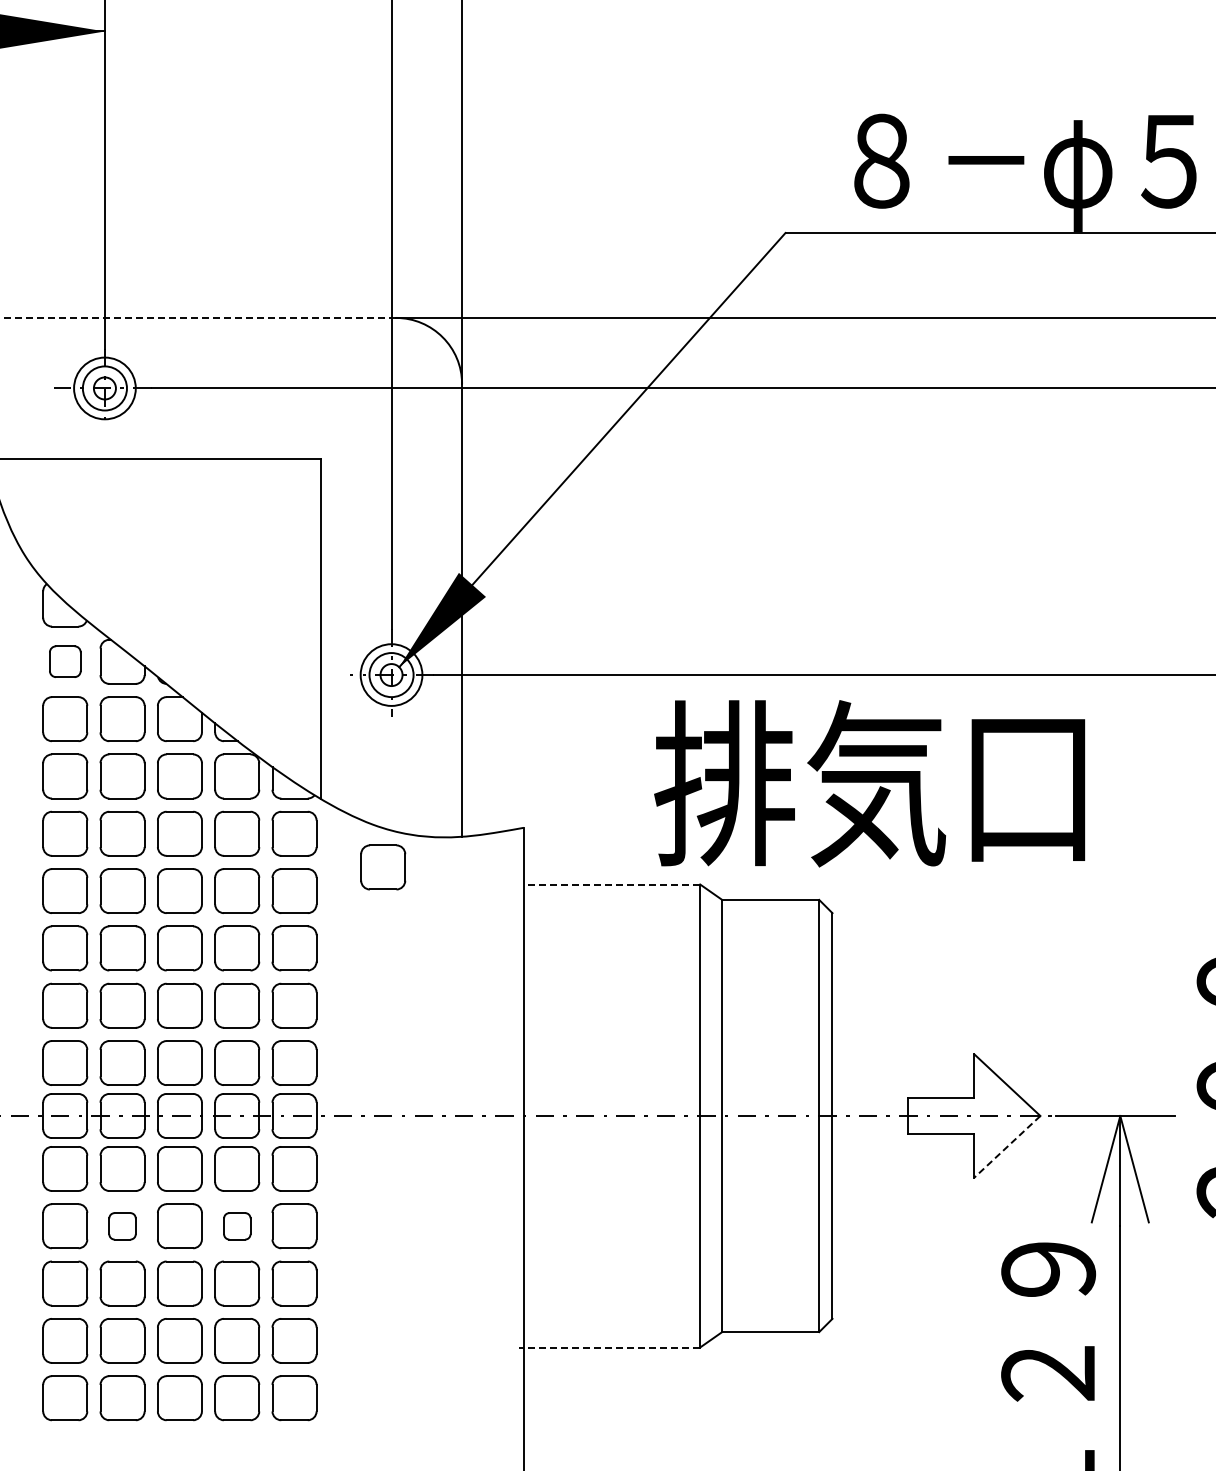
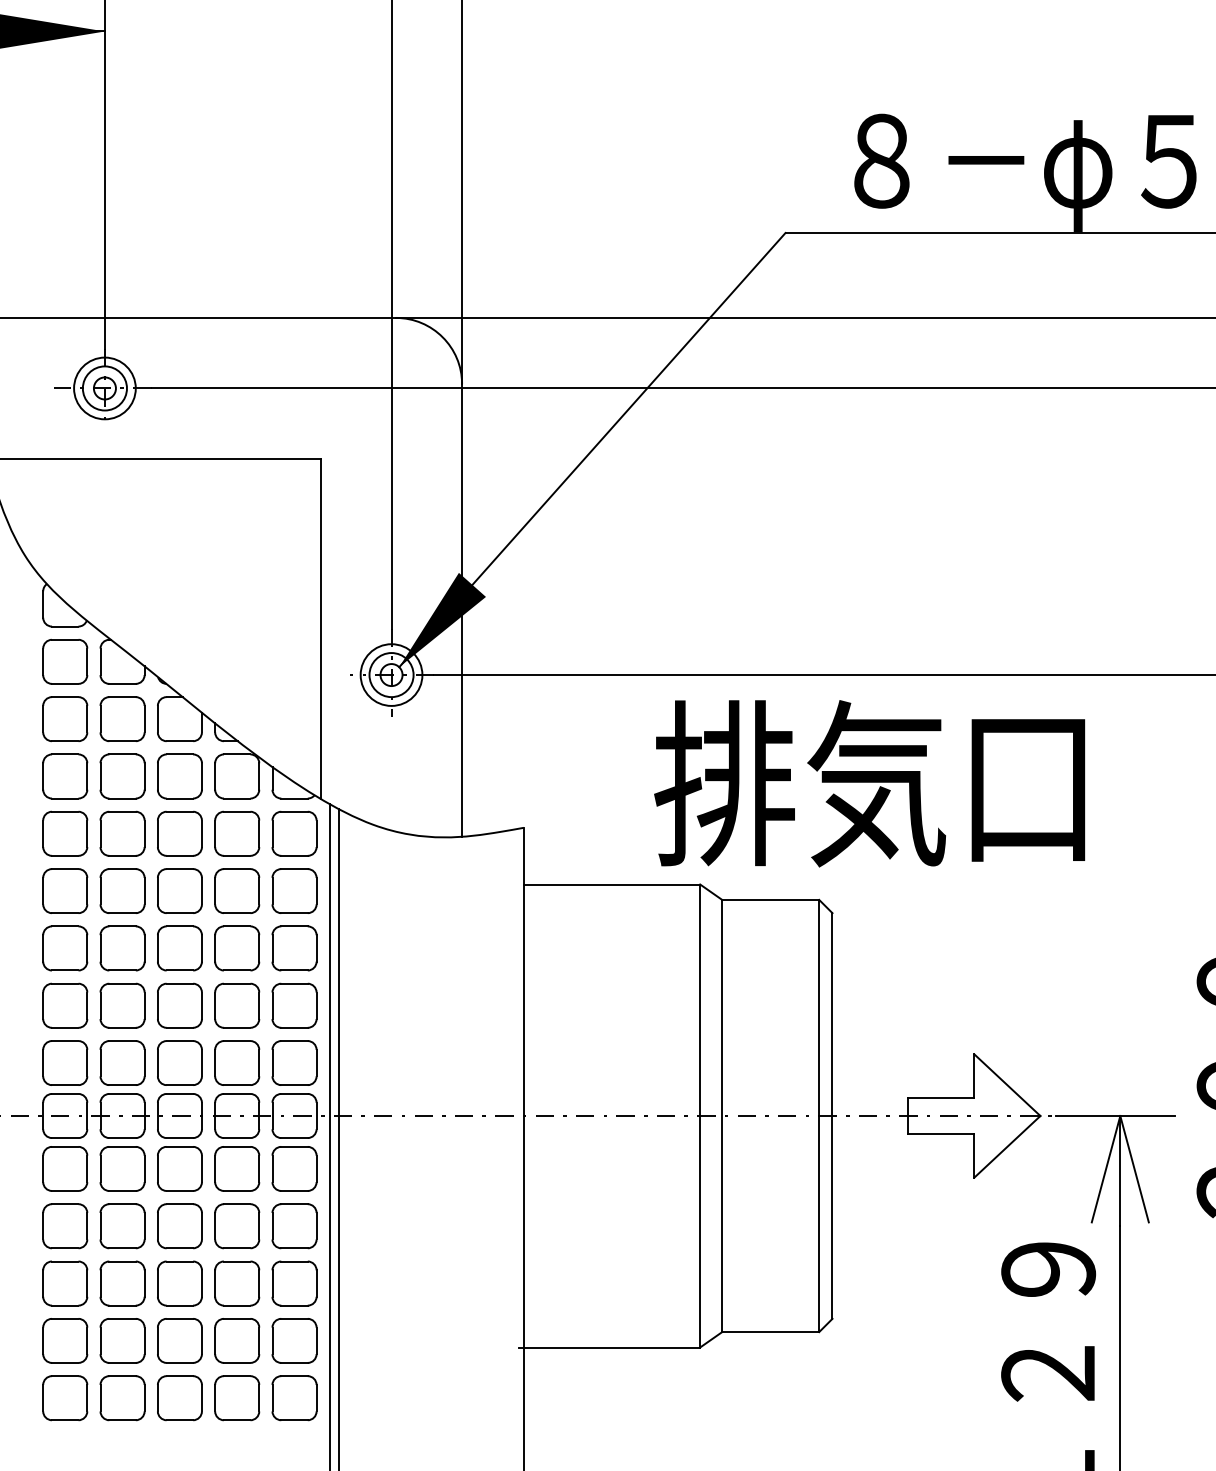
line at (198, 317): dashed -> solid
part at (65, 661) size: 33x33 px -> 47x47 px
part at (383, 867): present -> none
line at (611, 884): dashed -> solid
line at (329, 1135): none -> present
line at (338, 1138): none -> present
line at (1006, 1147): dashed -> solid
part at (122, 1226) size: 29x29 px -> 47x47 px
part at (237, 1226) size: 29x29 px -> 47x47 px
line at (609, 1347): dashed -> solid
